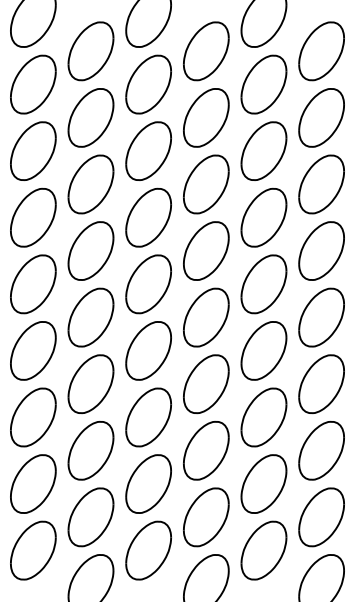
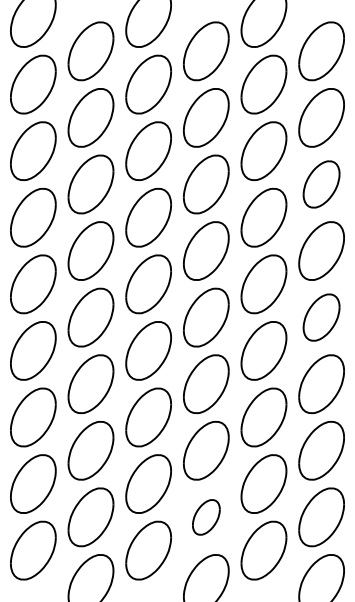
part at (321, 184) size: 47x61 px -> 39x49 px
part at (321, 317) size: 47x61 px -> 39x49 px
part at (206, 517) size: 47x61 px -> 29x37 px
